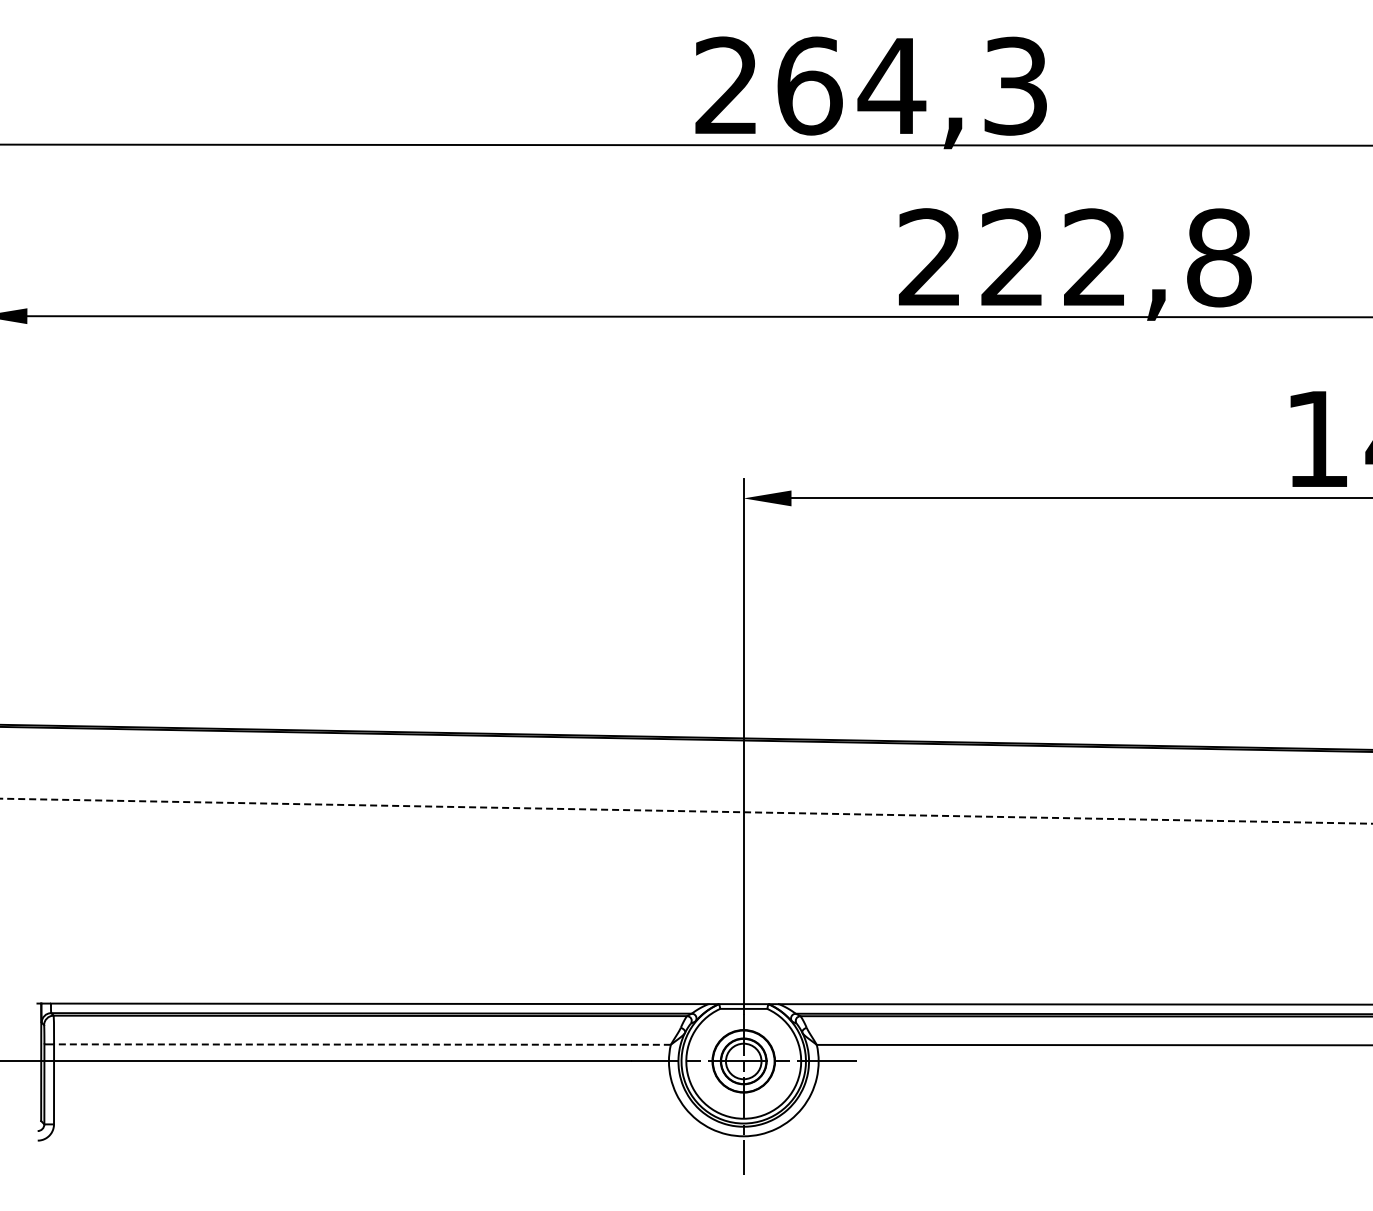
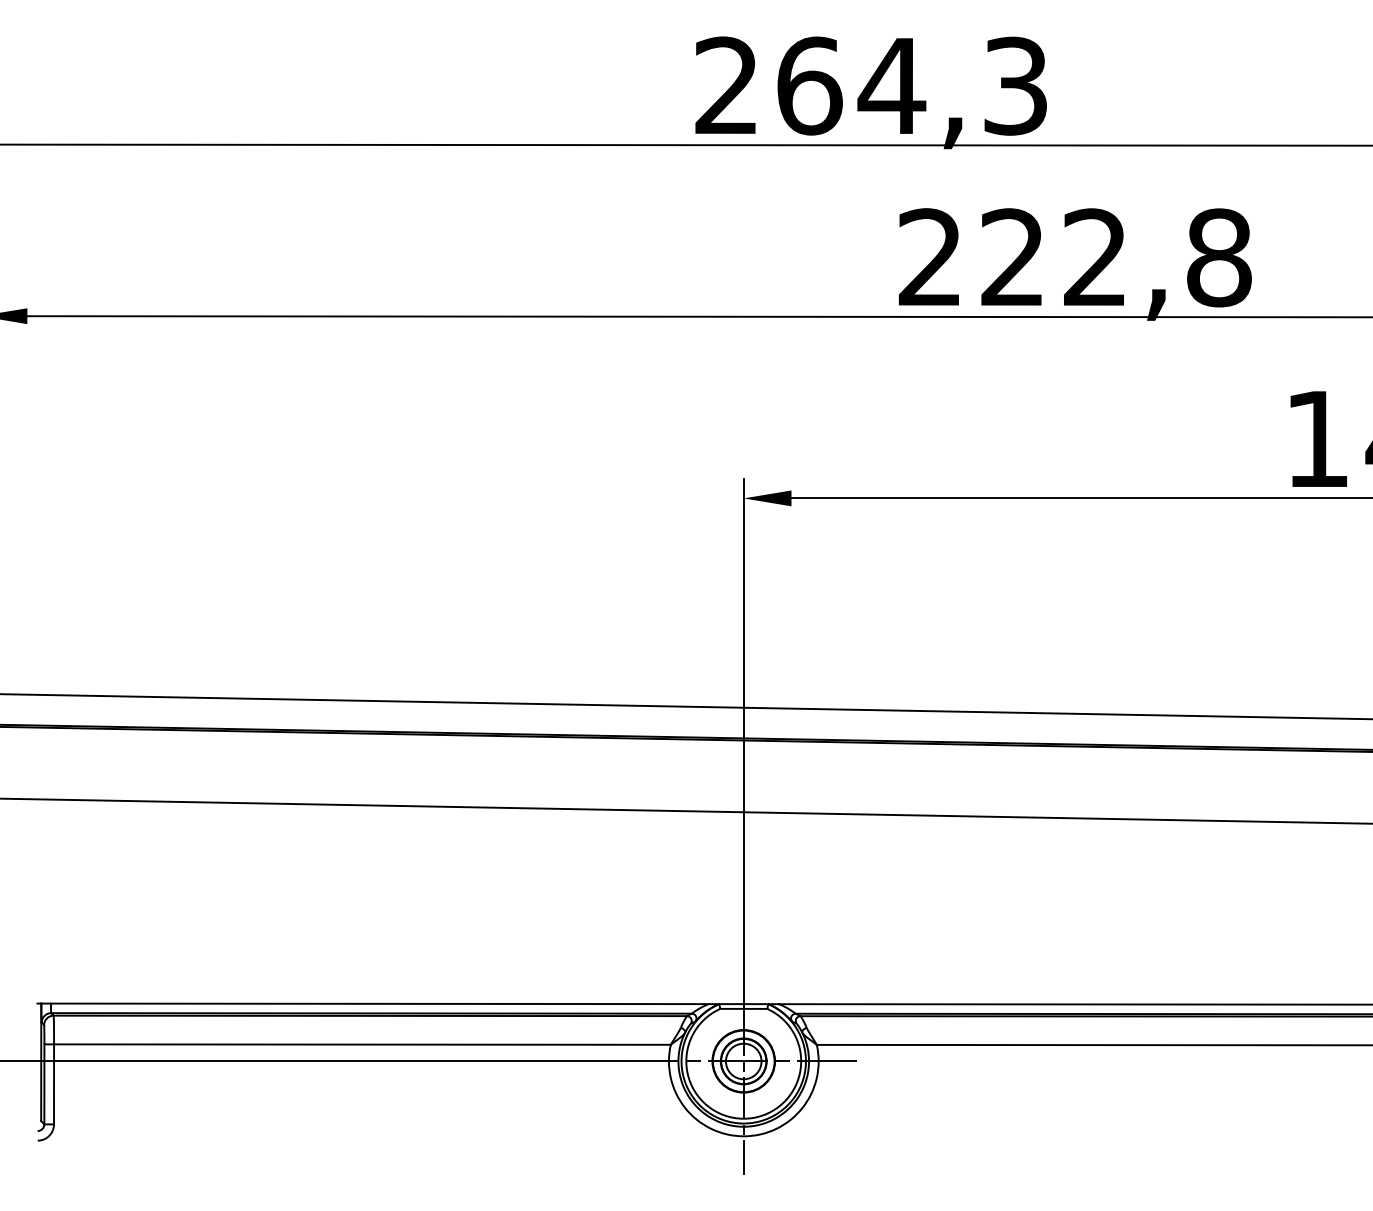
line at (685, 706): none -> present
line at (686, 811): dashed -> solid
line at (361, 1044): dashed -> solid
